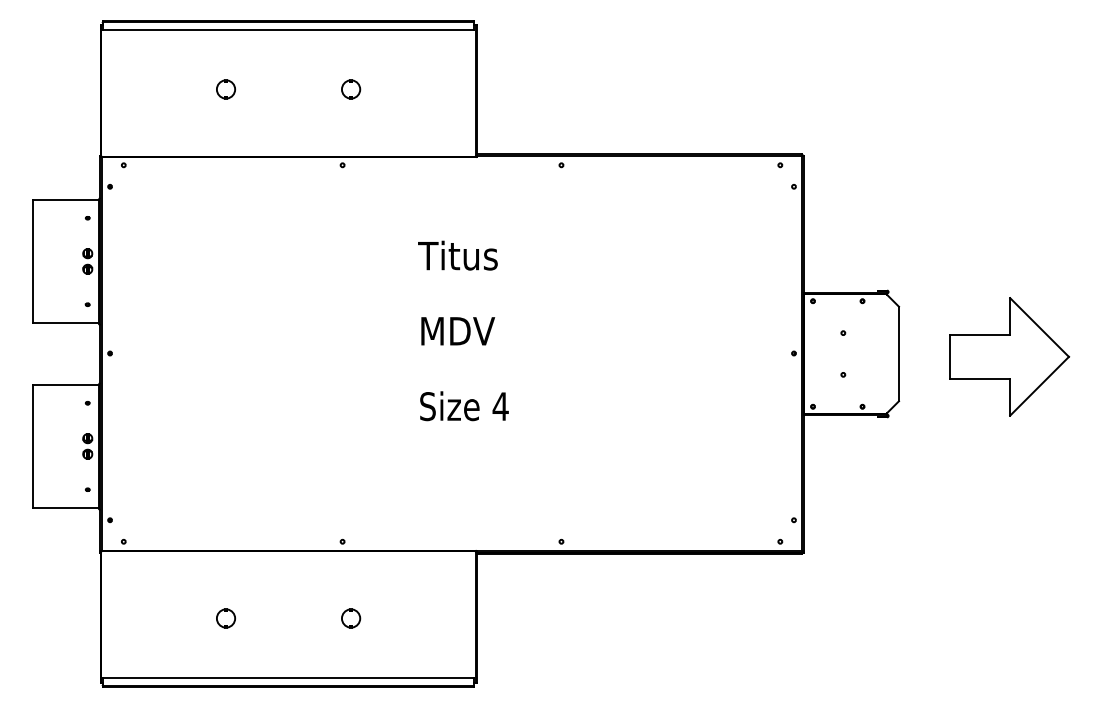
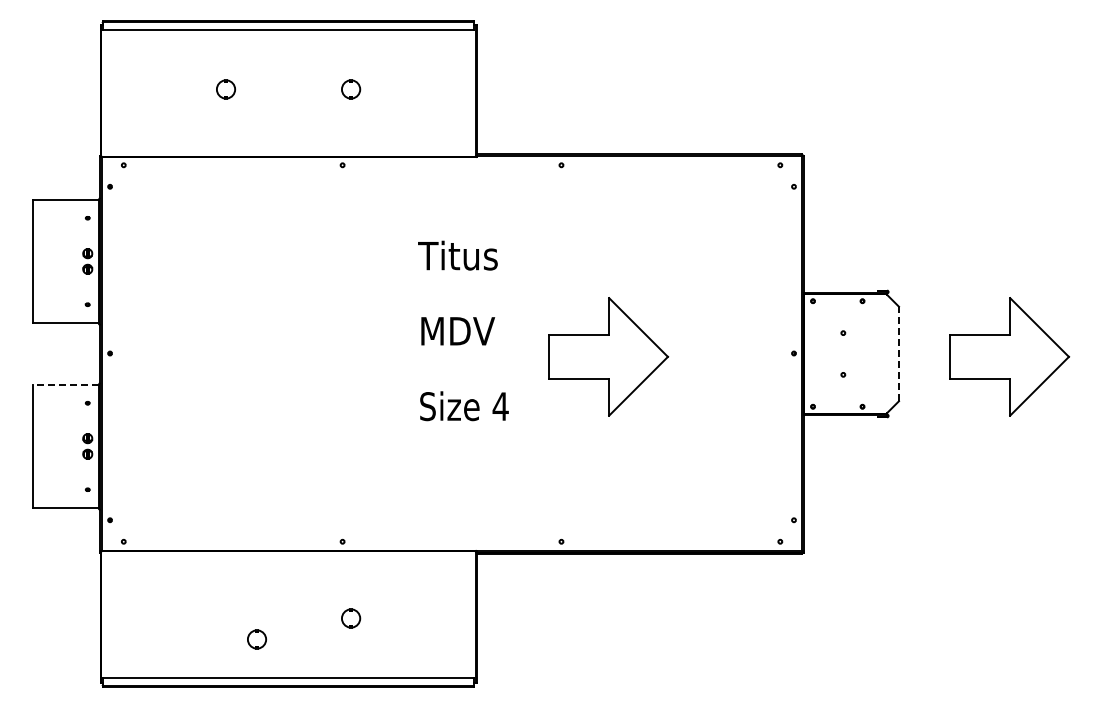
line at (899, 353): solid -> dashed
part at (608, 356): none -> present
line at (65, 385): solid -> dashed
part at (225, 618) position: (225, 618) -> (256, 639)
